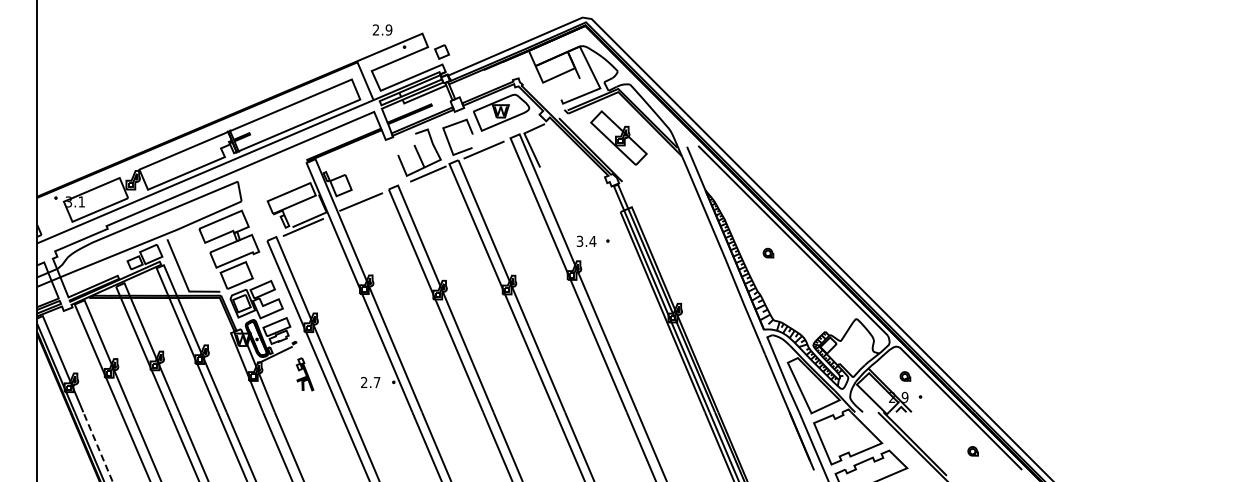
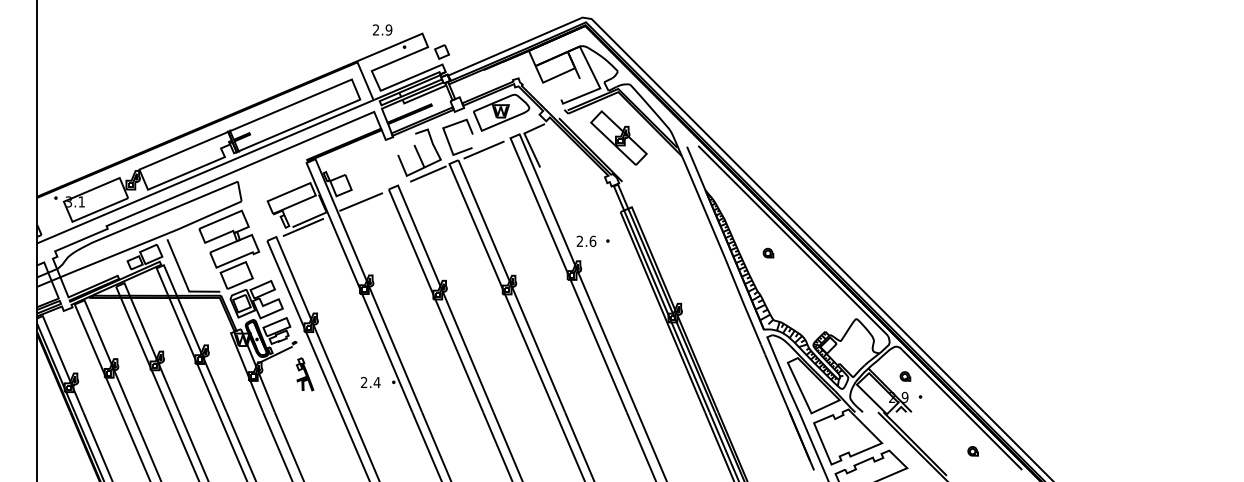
text at (586, 241): 3.4 -> 2.6
text at (376, 382): 2.7 -> 2.4
line at (97, 446): dashed -> solid
